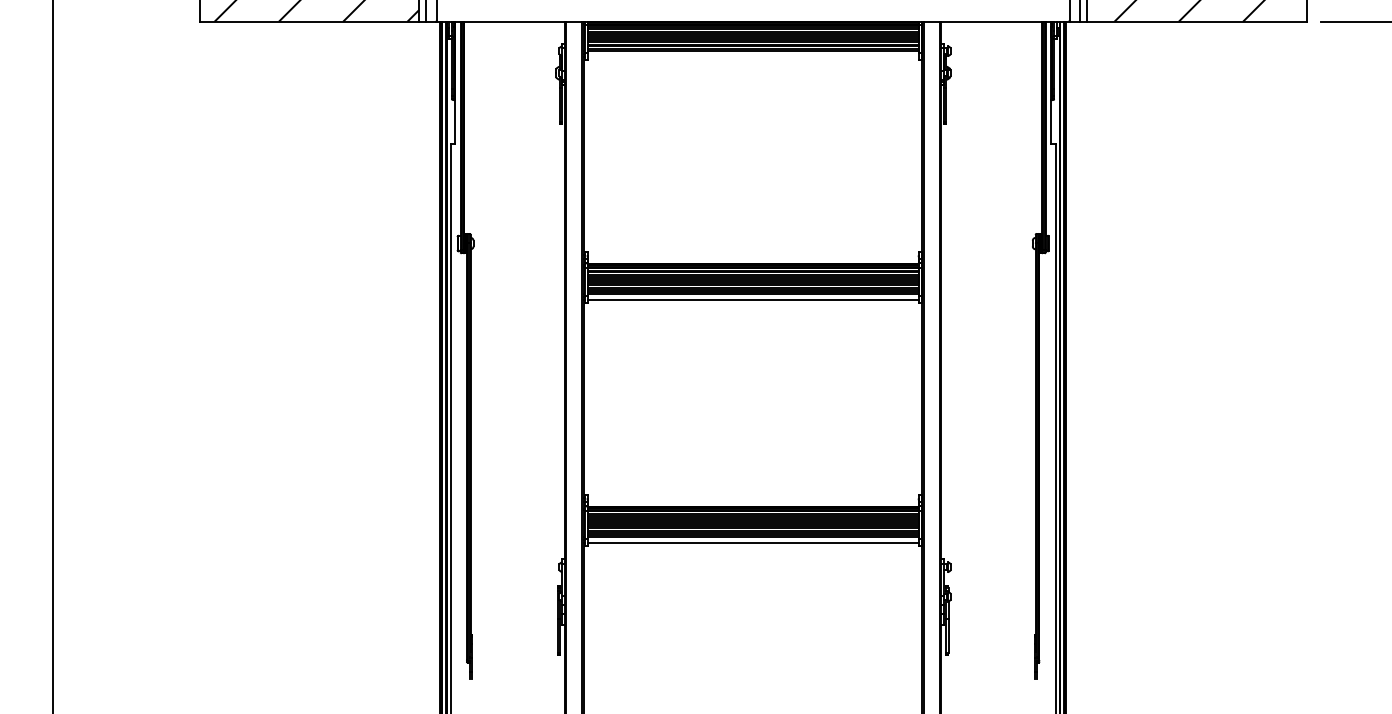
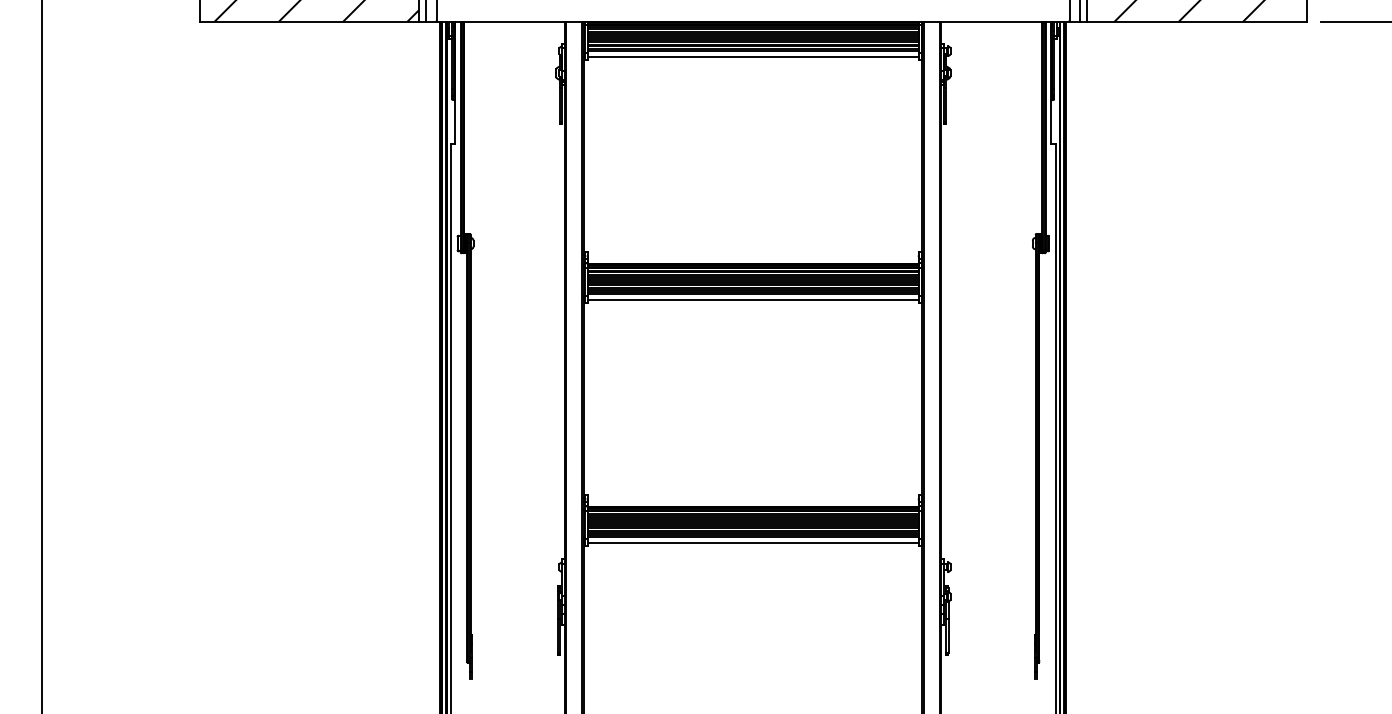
line at (752, 57): none -> present
line at (52, 356) position: (52, 356) -> (41, 356)
